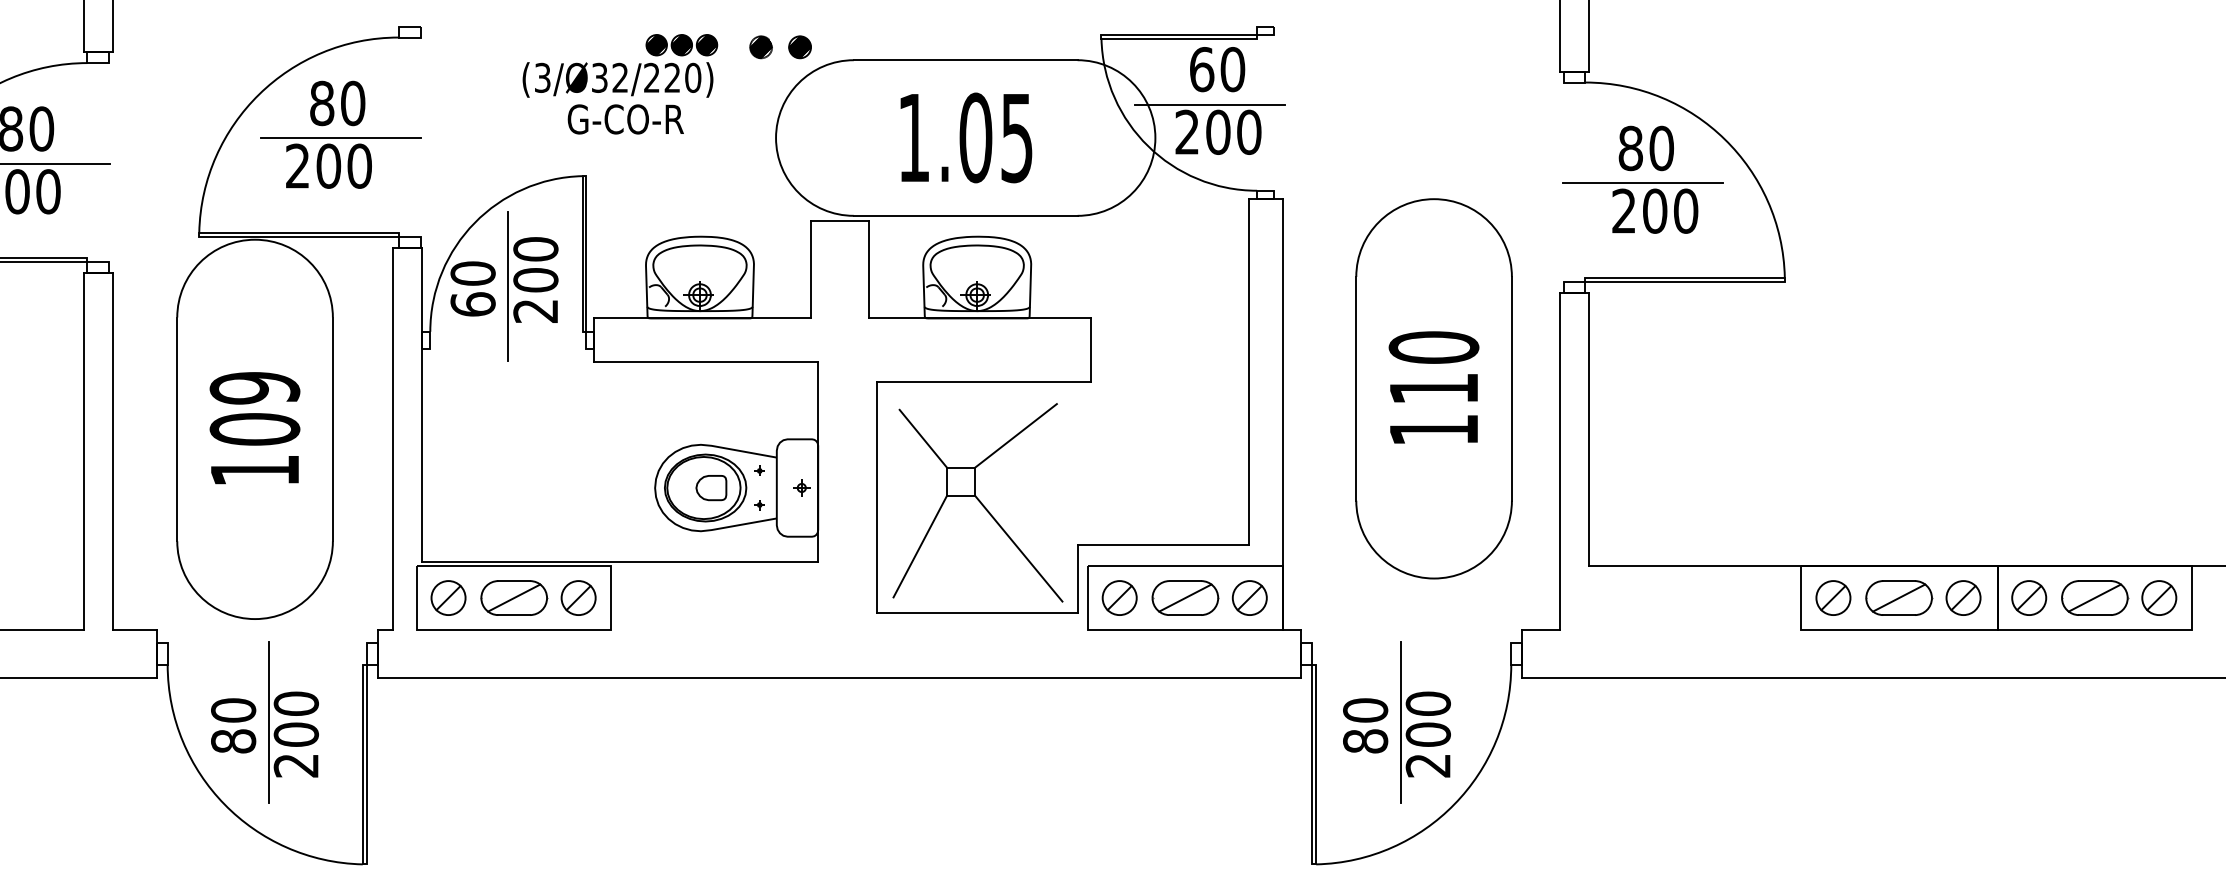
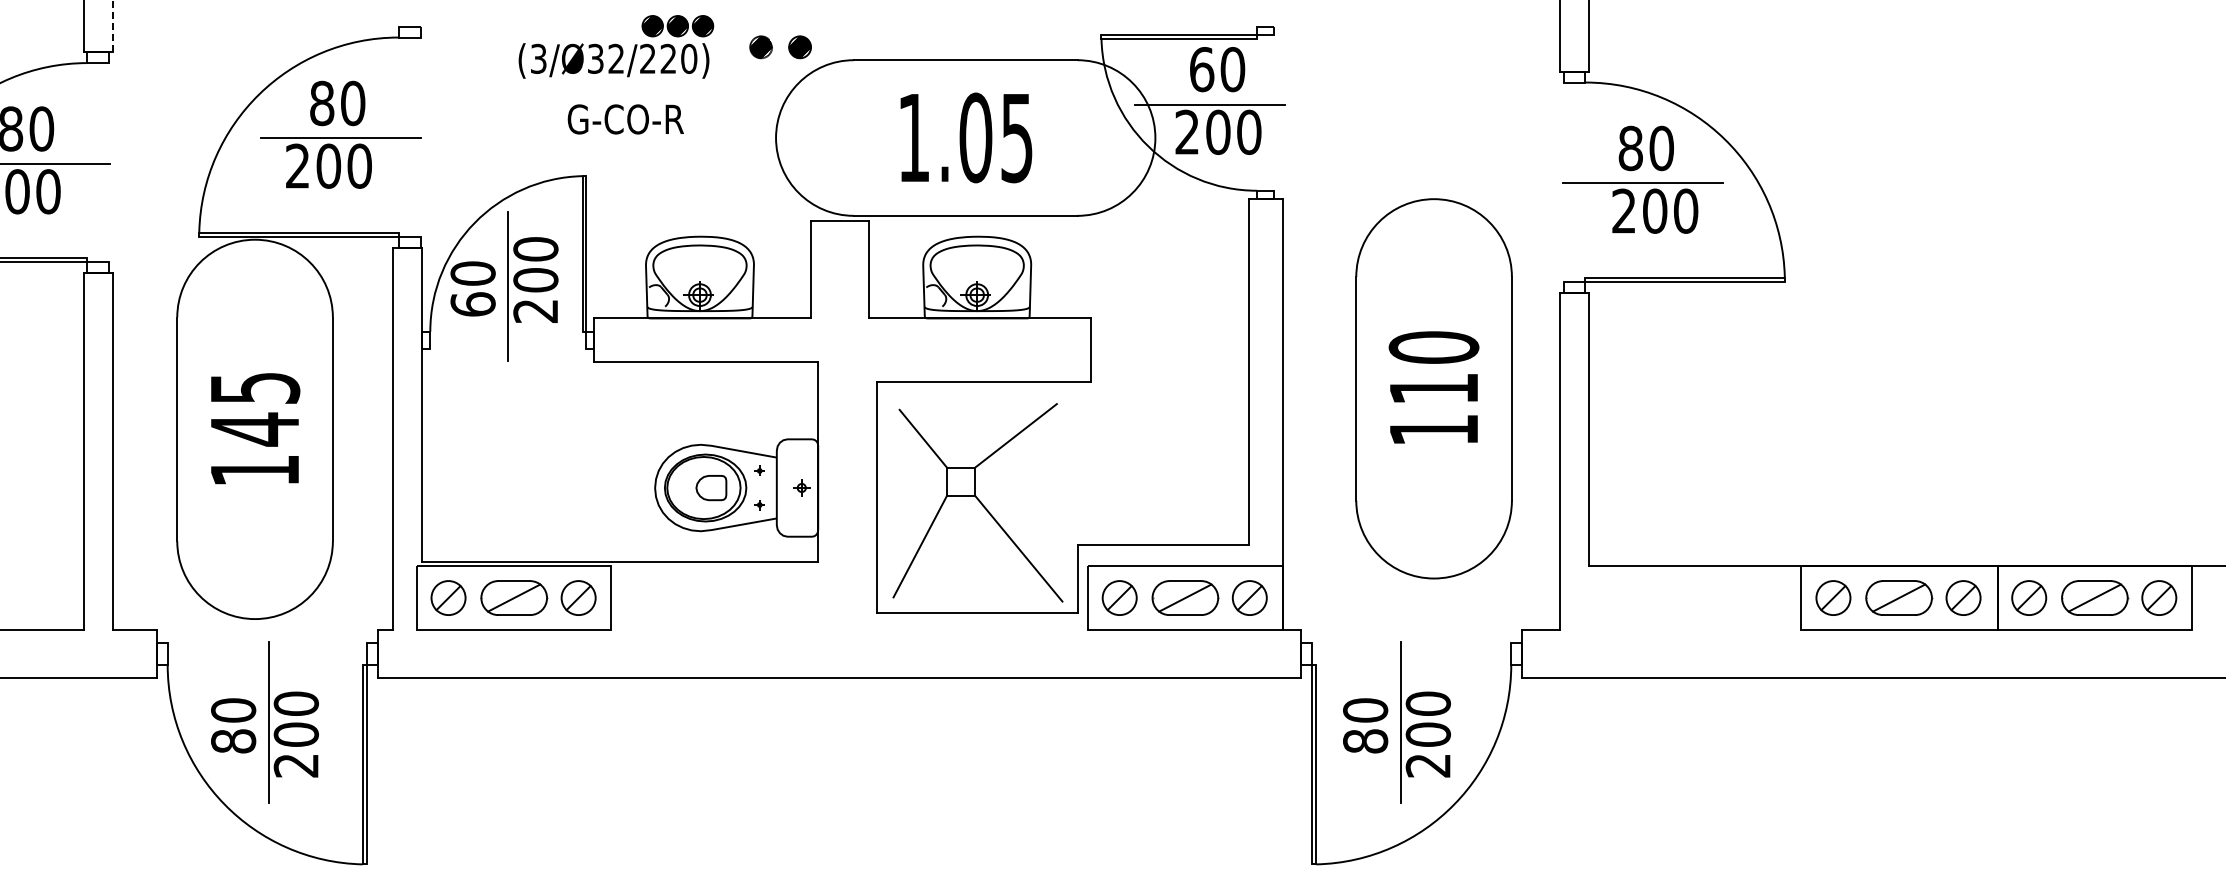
line at (112, 26): solid -> dashed
part at (620, 65) position: (620, 65) -> (616, 46)
text at (254, 409): 109 -> 145
